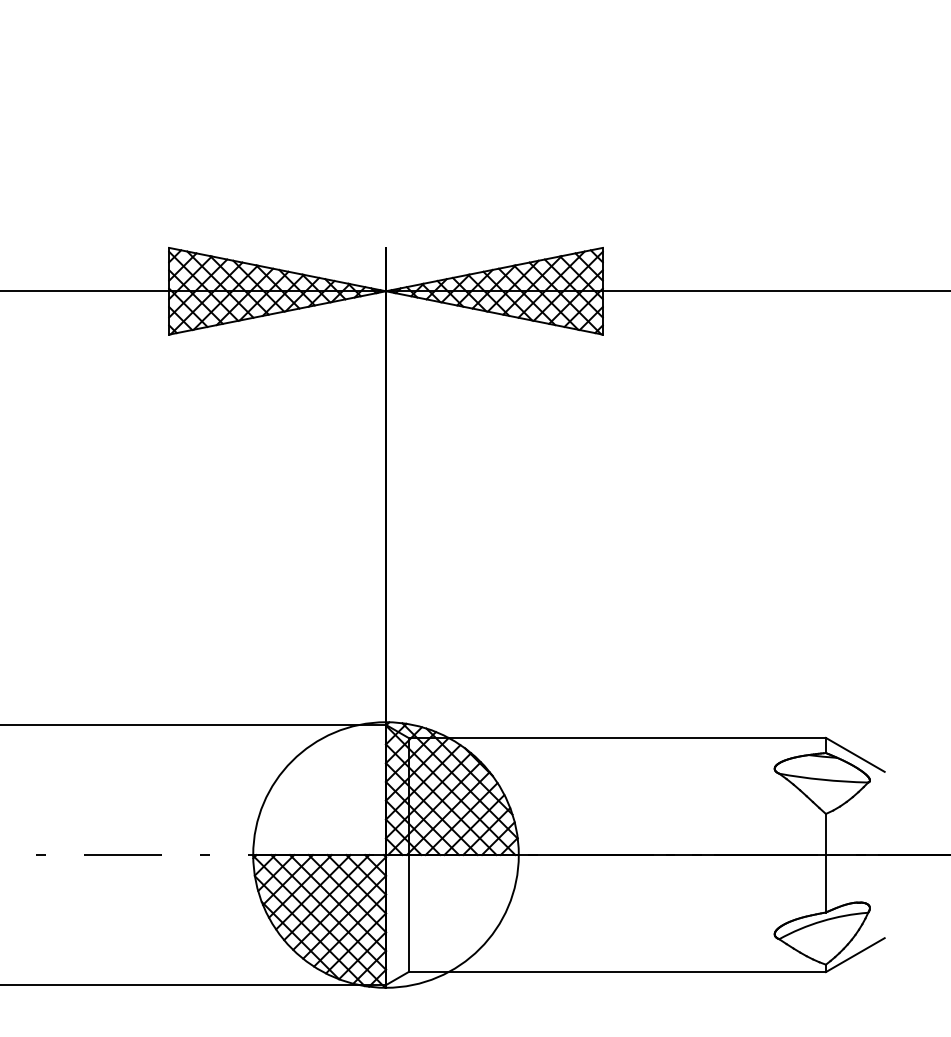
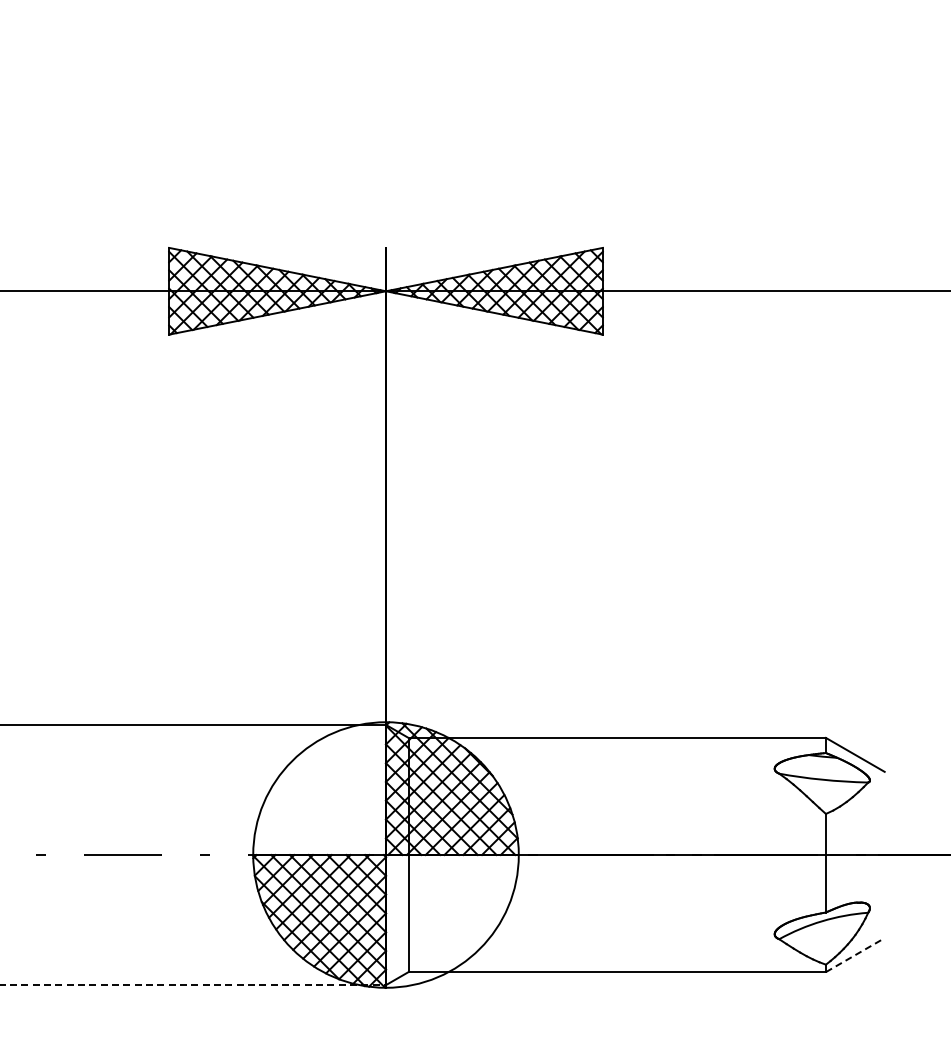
line at (855, 955): solid -> dashed
line at (193, 985): solid -> dashed
